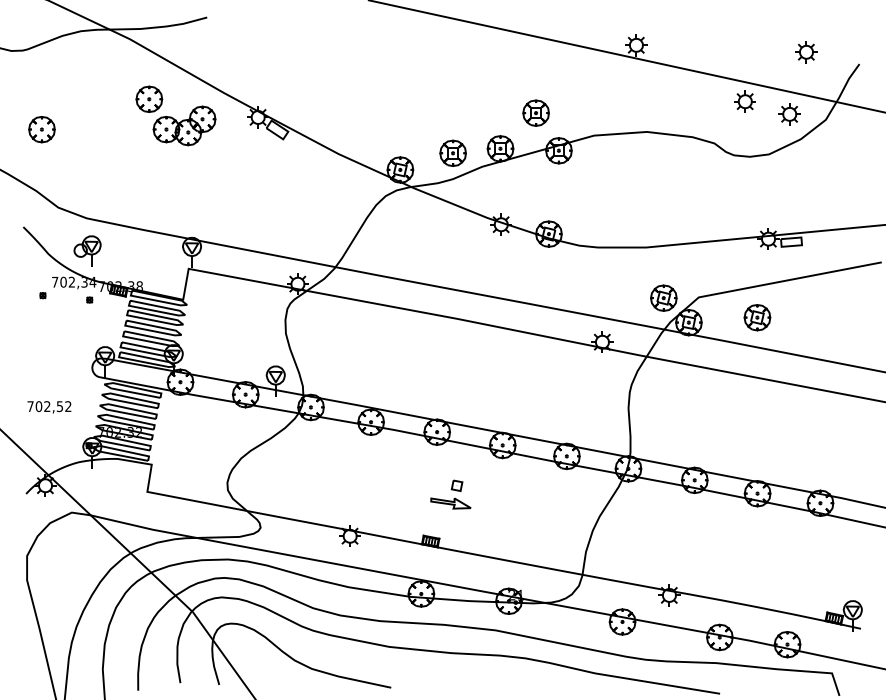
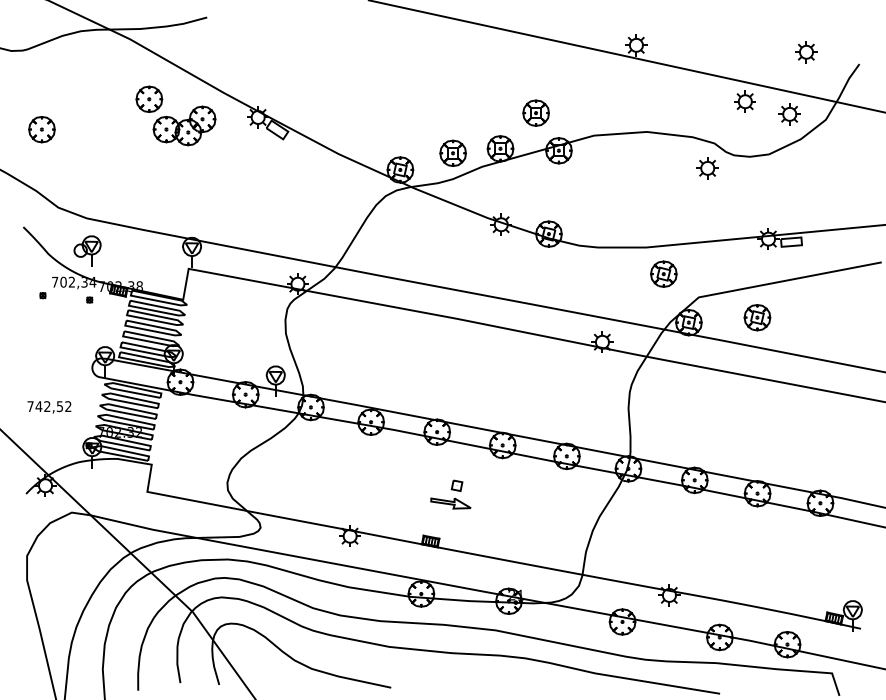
part at (707, 168): none -> present
part at (663, 297) position: (663, 297) -> (663, 273)
text at (38, 406): 702,52 -> 742,52
